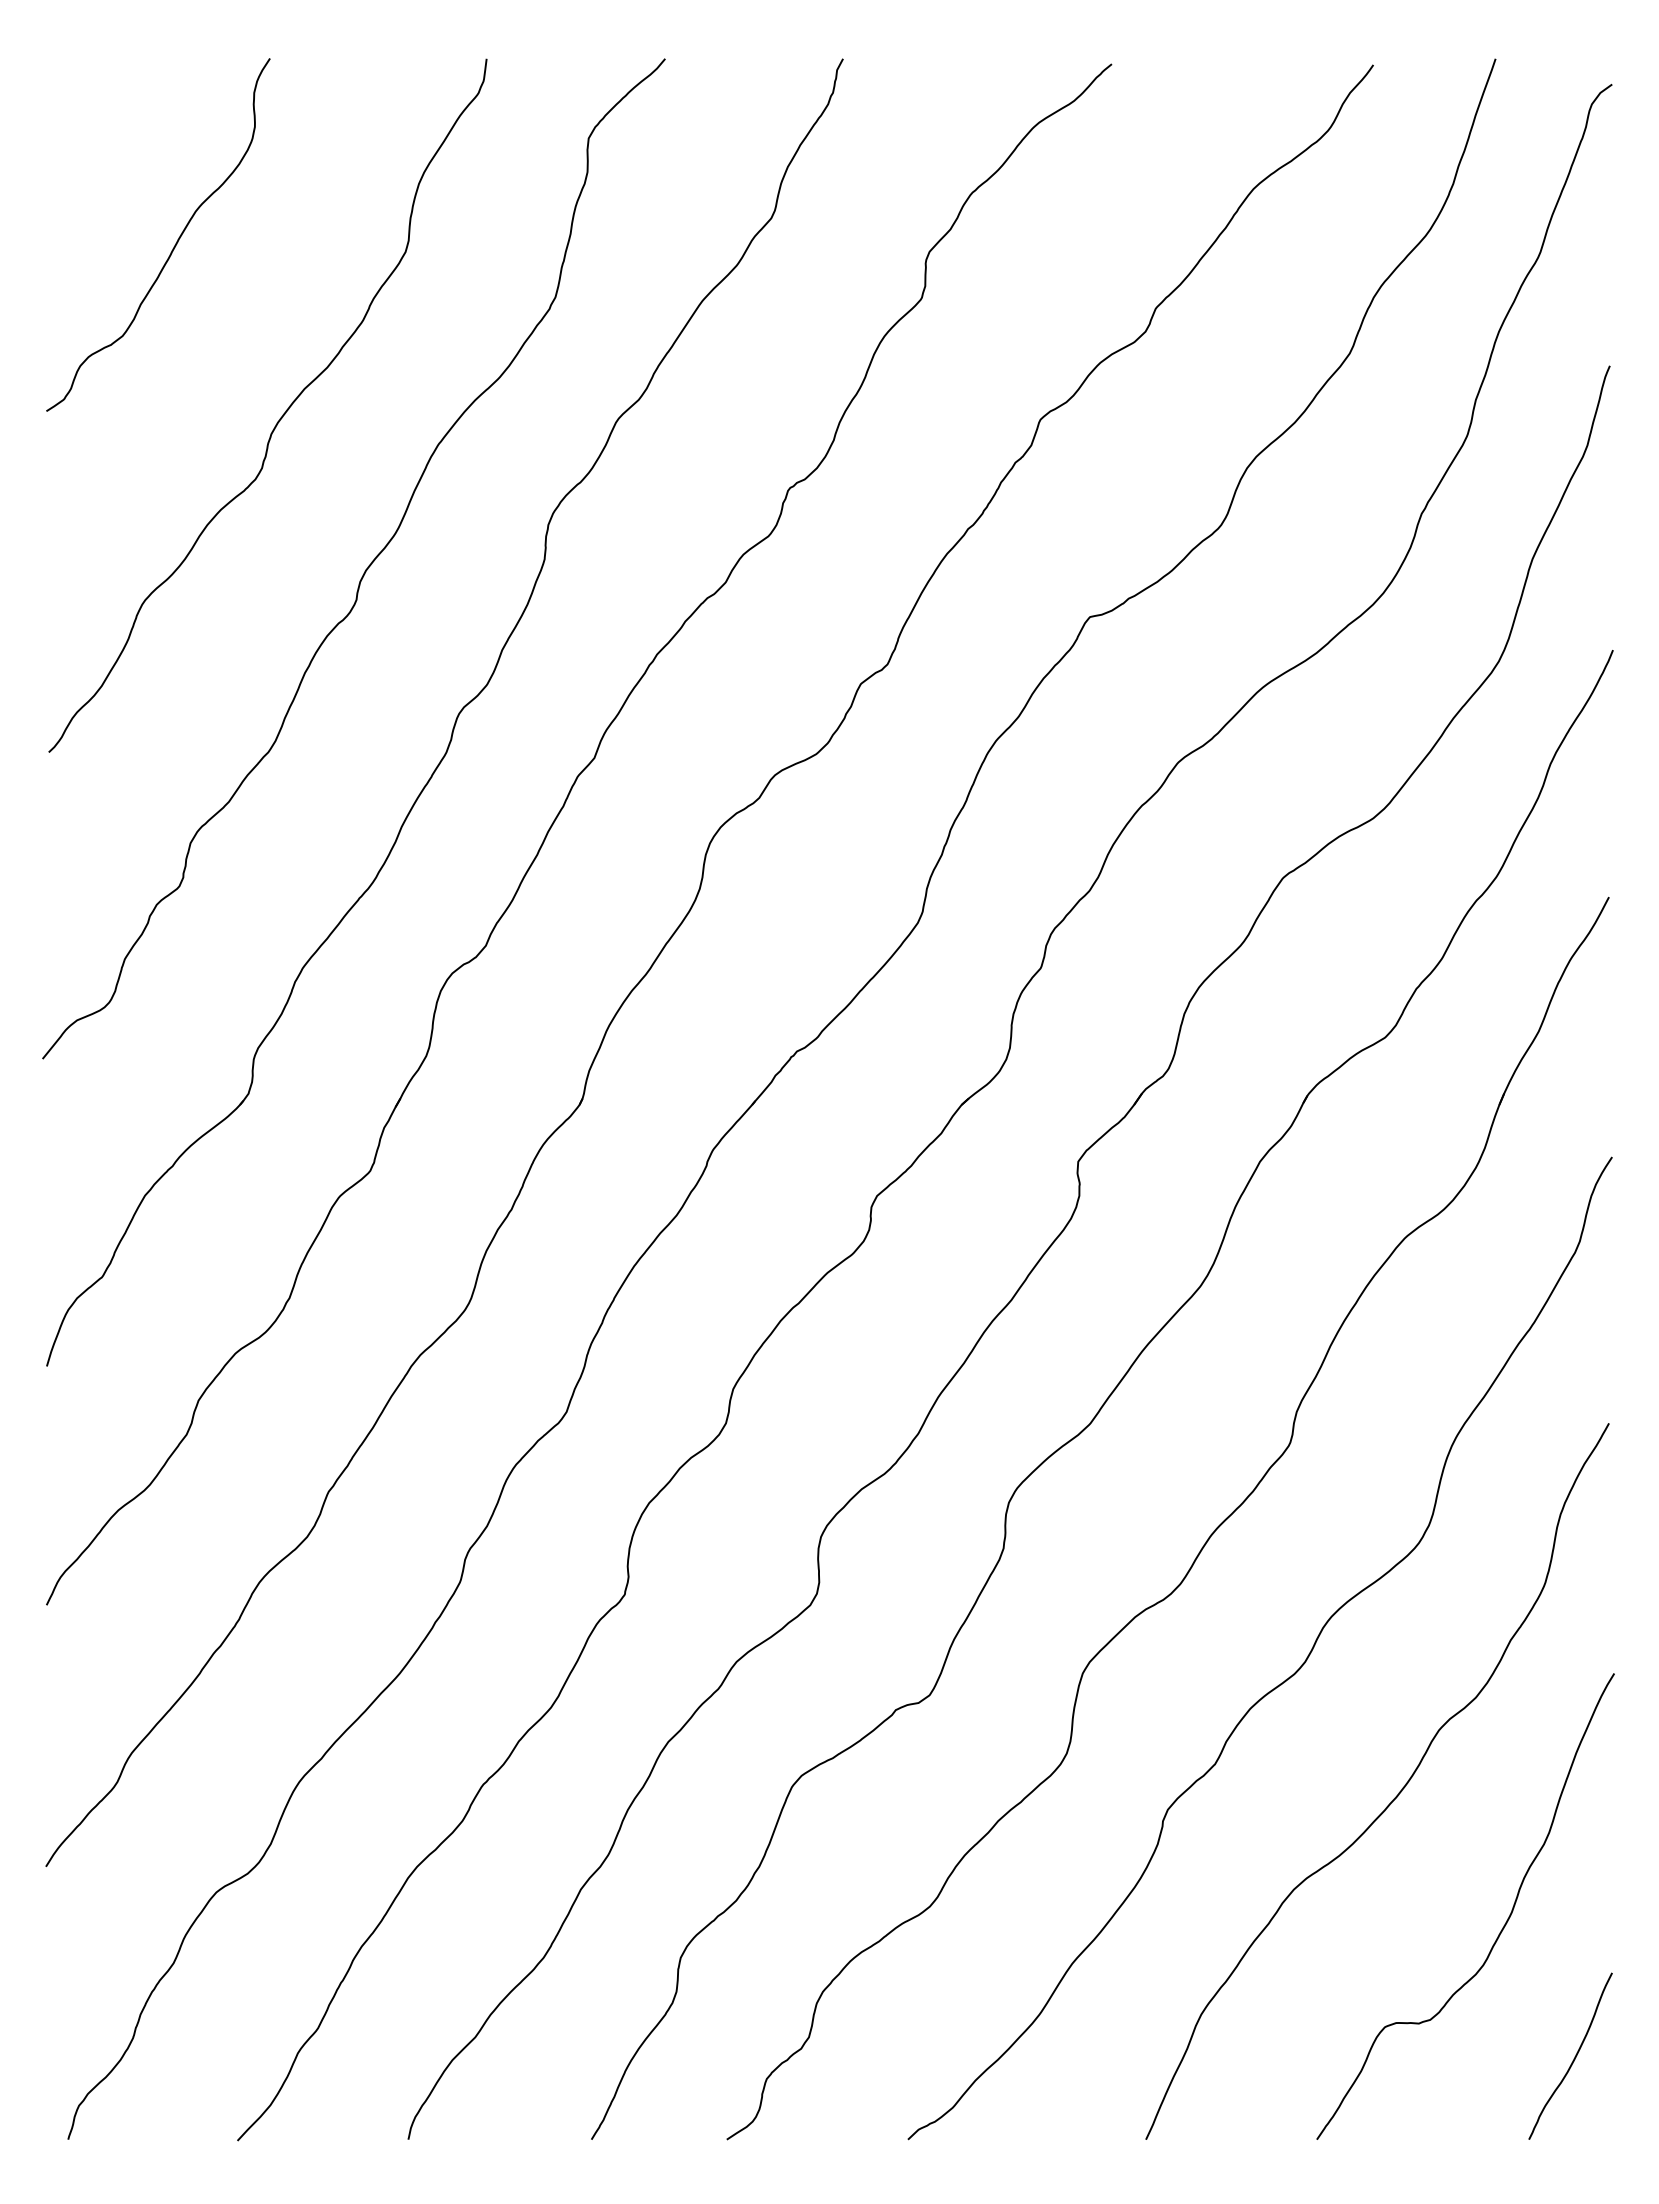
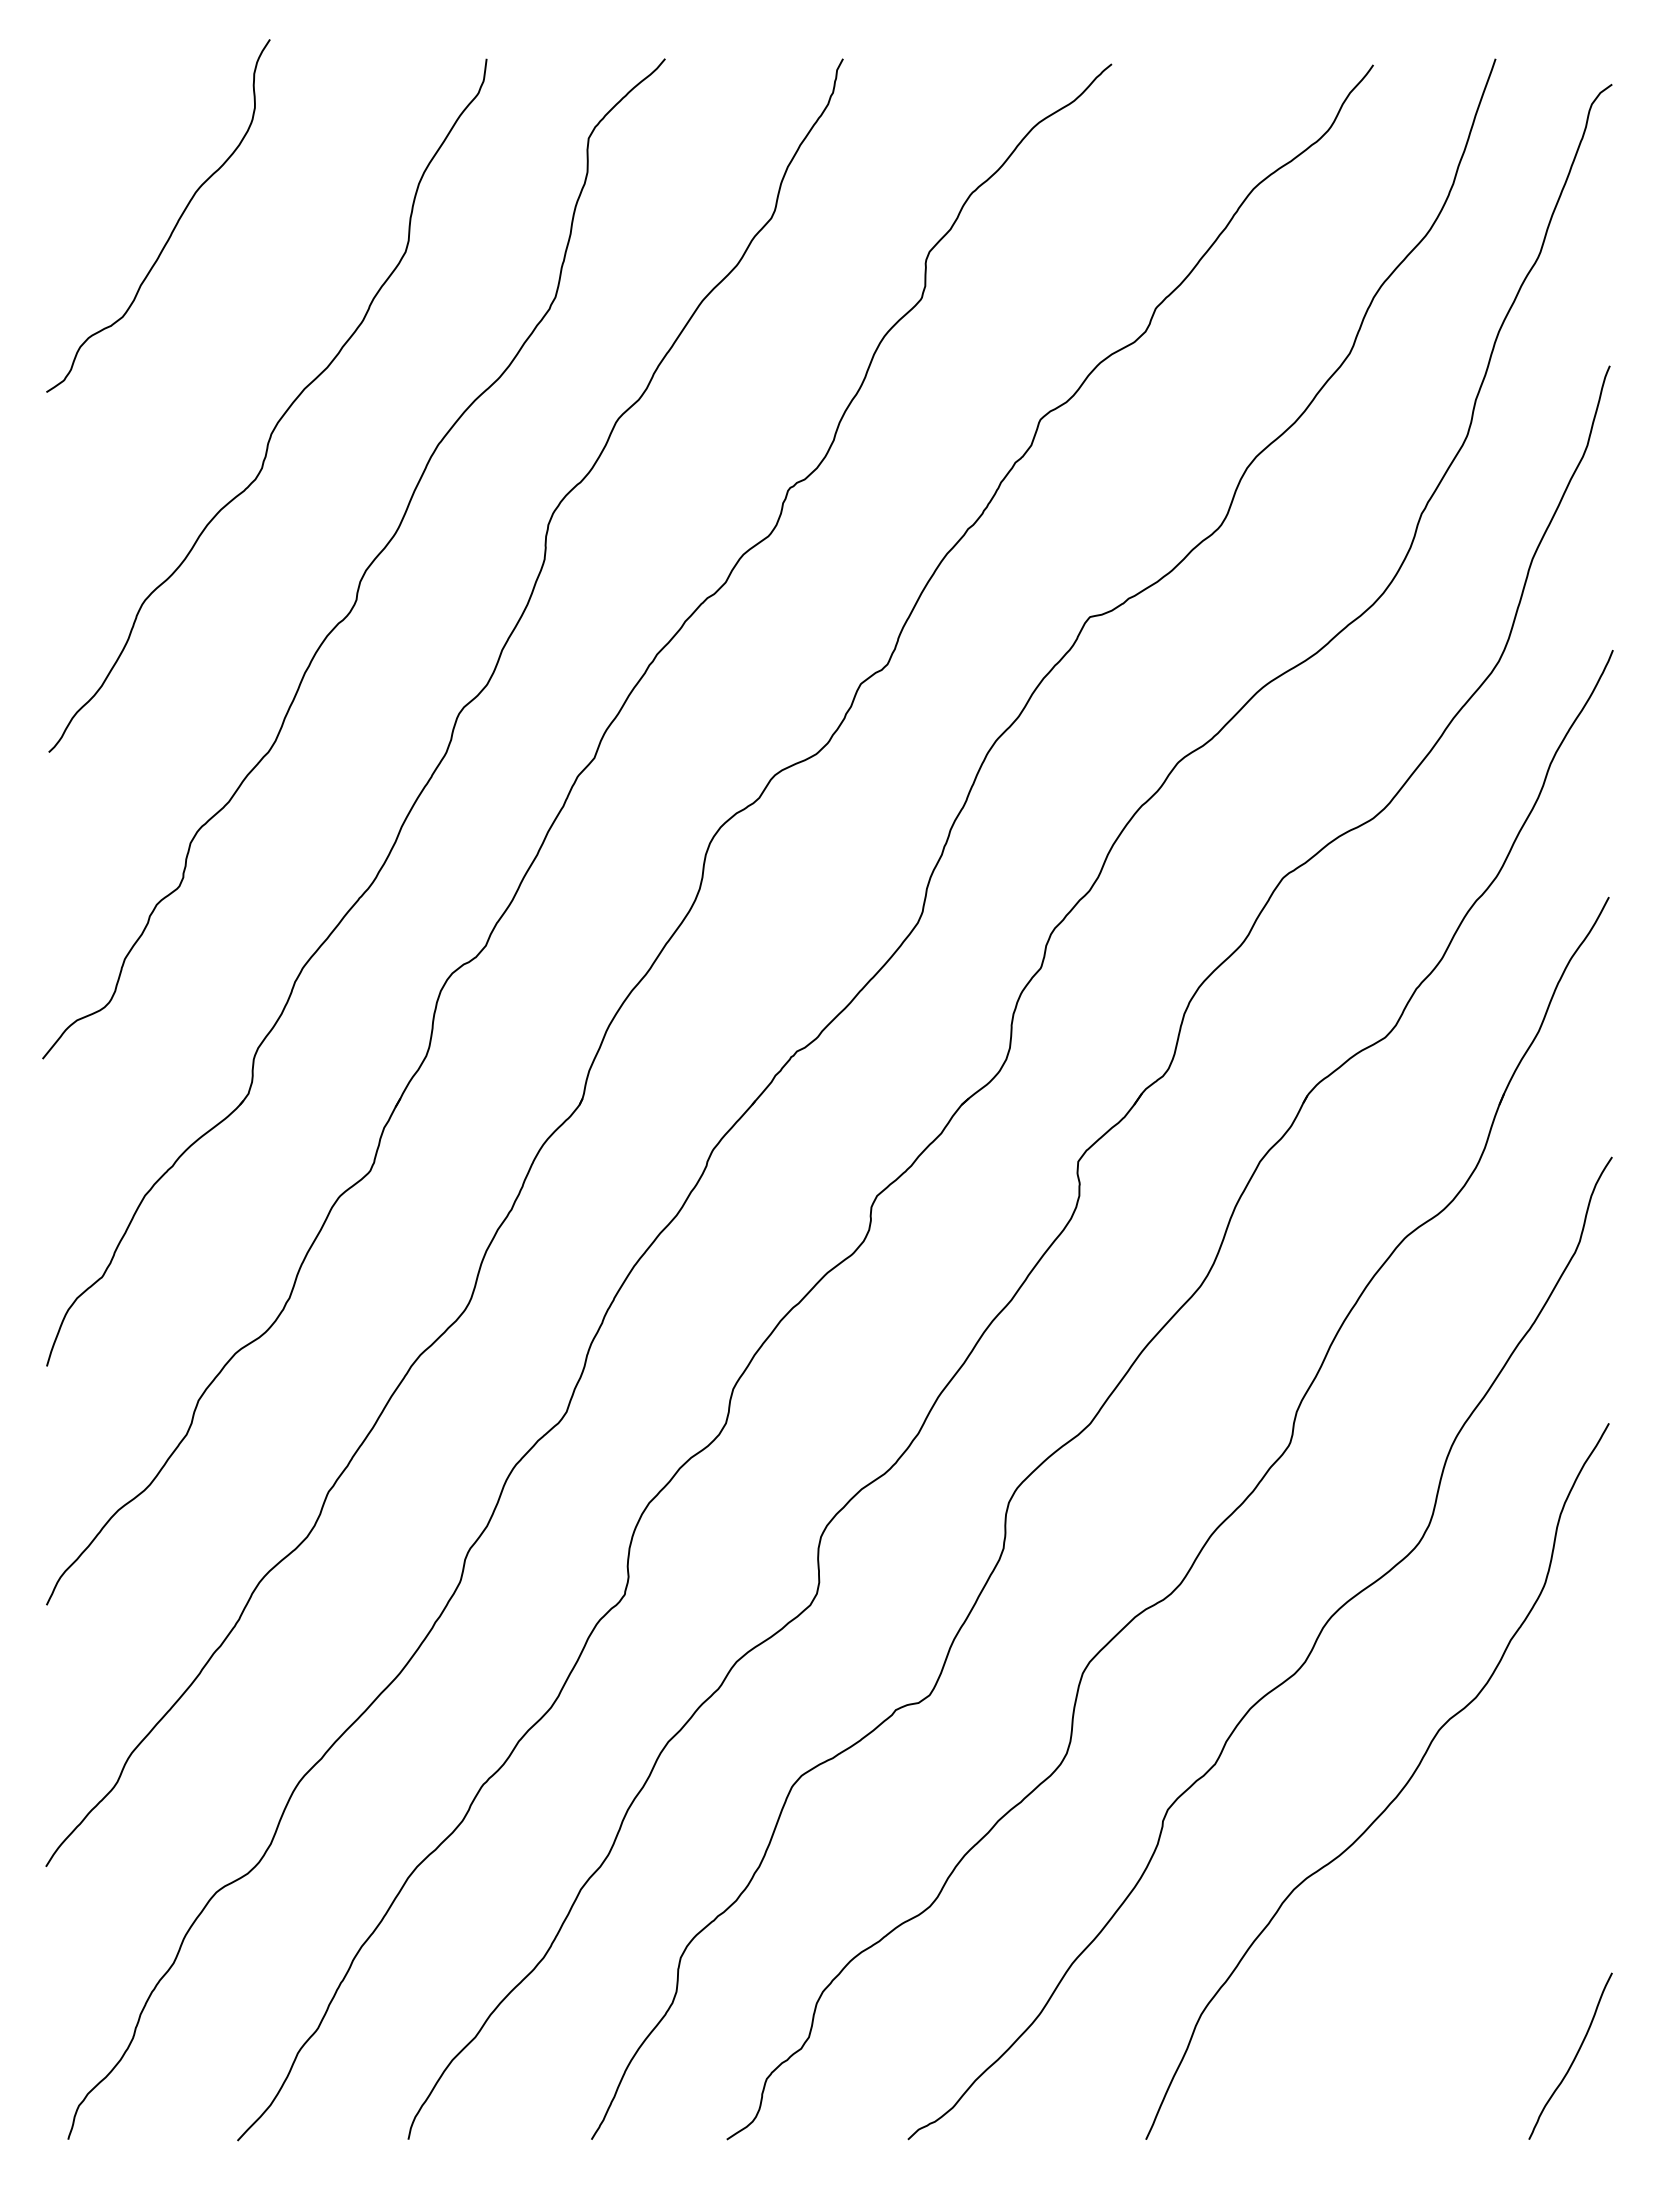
curve at (173, 246) position: (173, 246) -> (173, 227)
curve at (1503, 1925): present -> none
